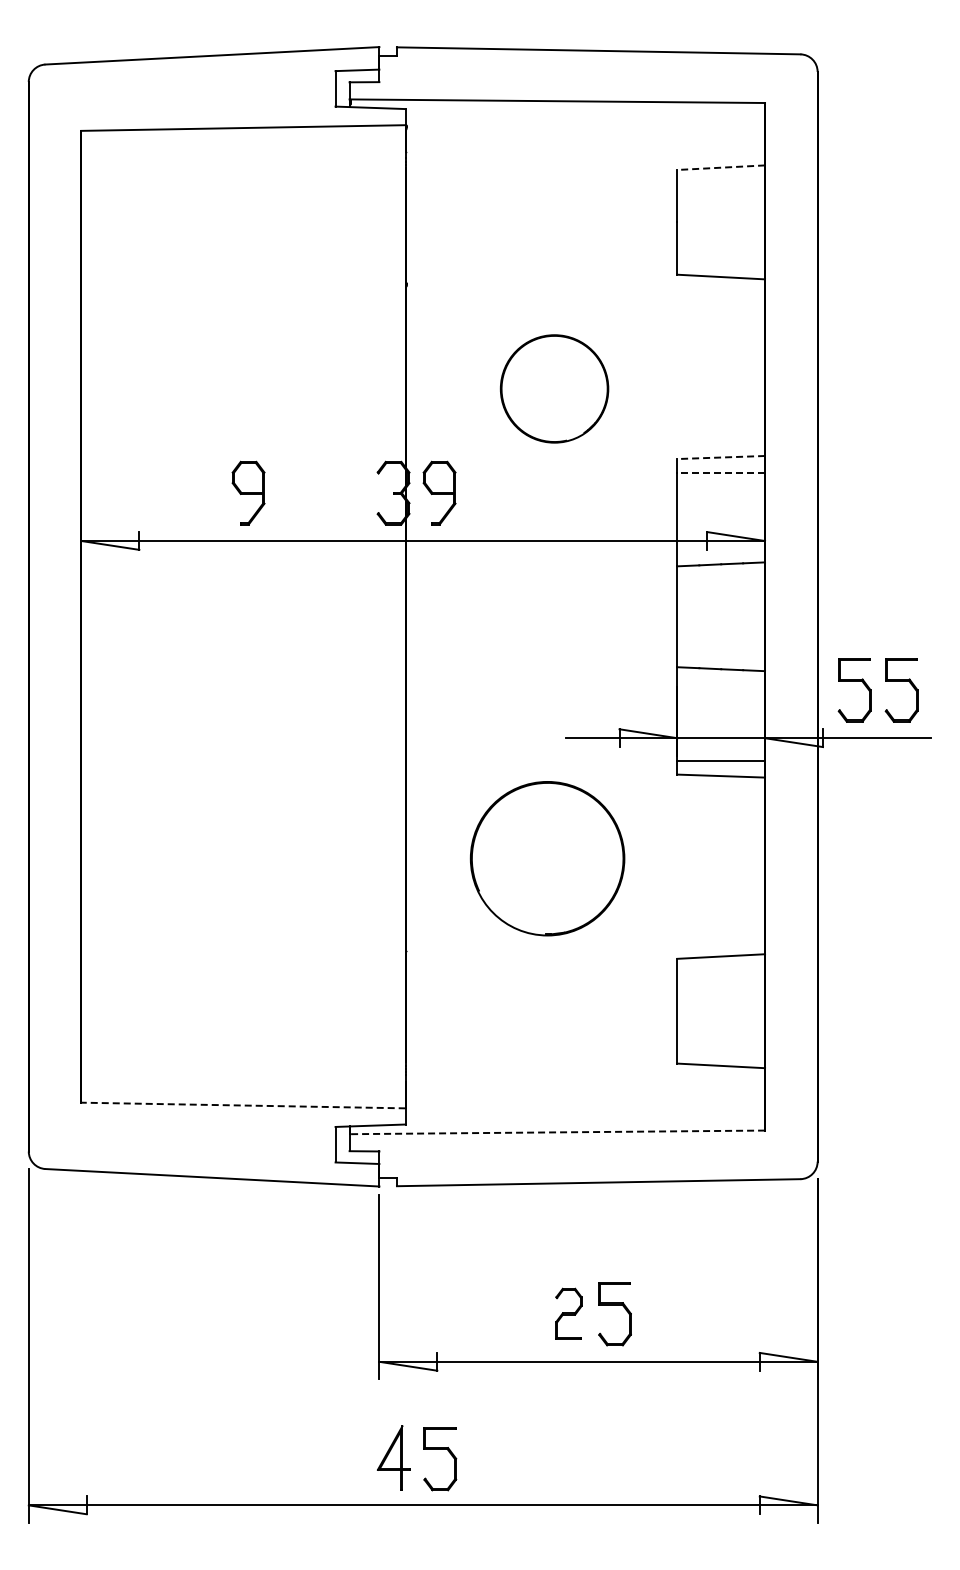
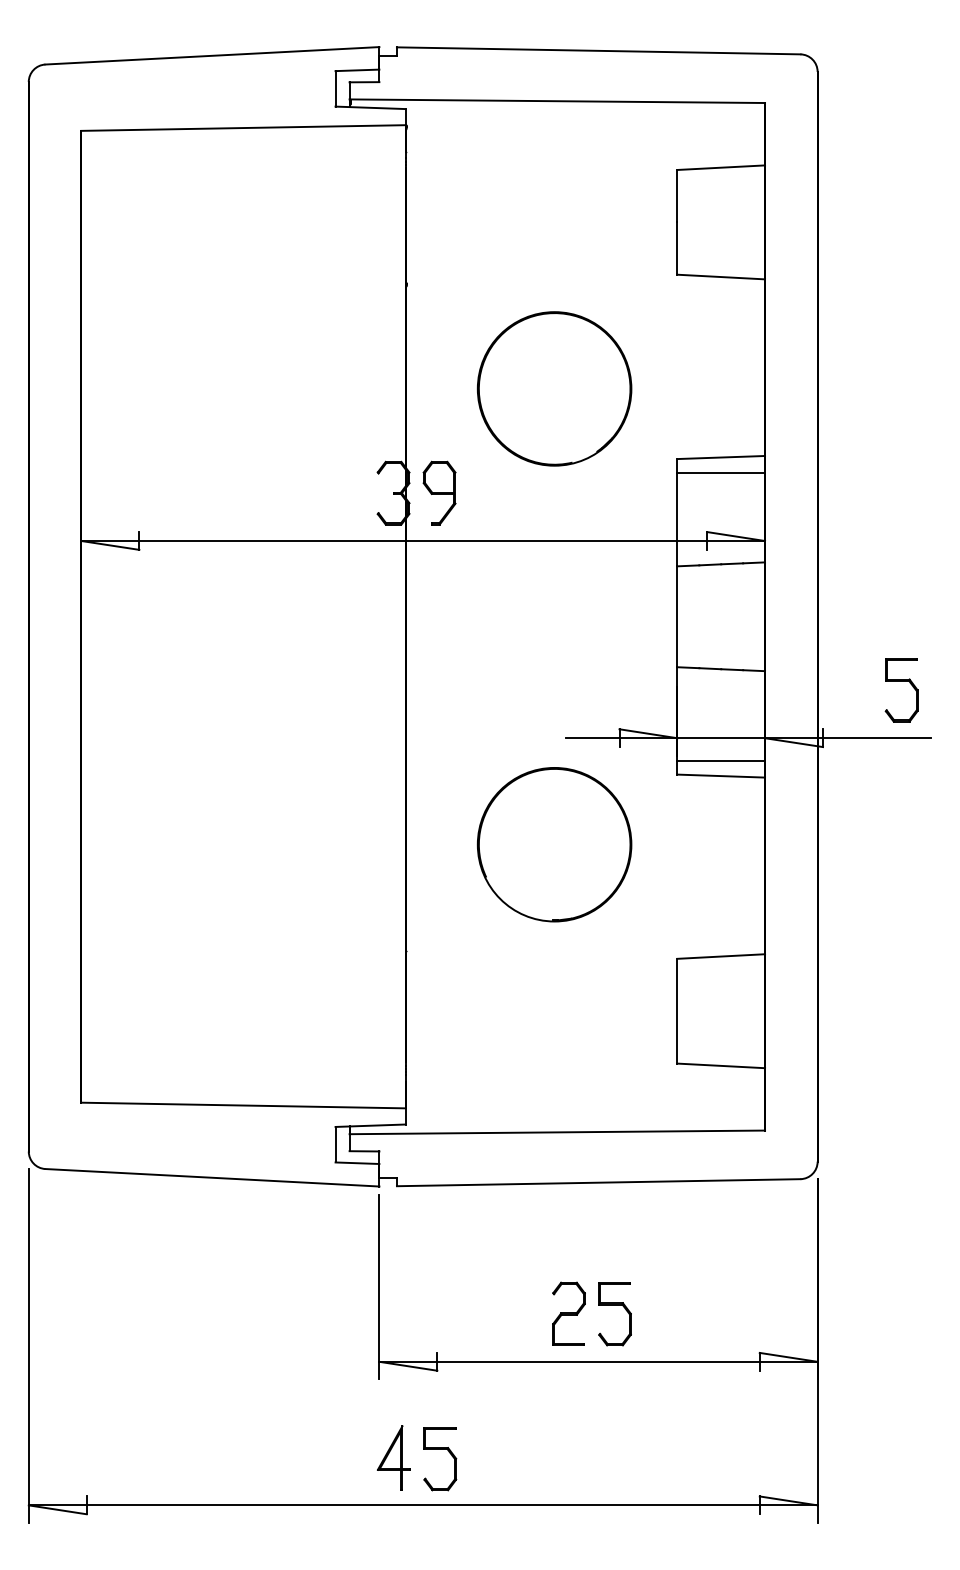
line at (721, 167): dashed -> solid
part at (554, 388) size: 111x110 px -> 157x156 px
line at (721, 457): dashed -> solid
line at (721, 473): dashed -> solid
part at (248, 492): present -> none
part at (854, 681): present -> none
part at (547, 858) position: (547, 858) -> (554, 844)
line at (243, 1105): dashed -> solid
line at (557, 1132): dashed -> solid
part at (568, 1313) size: 28x53 px -> 34x65 px
